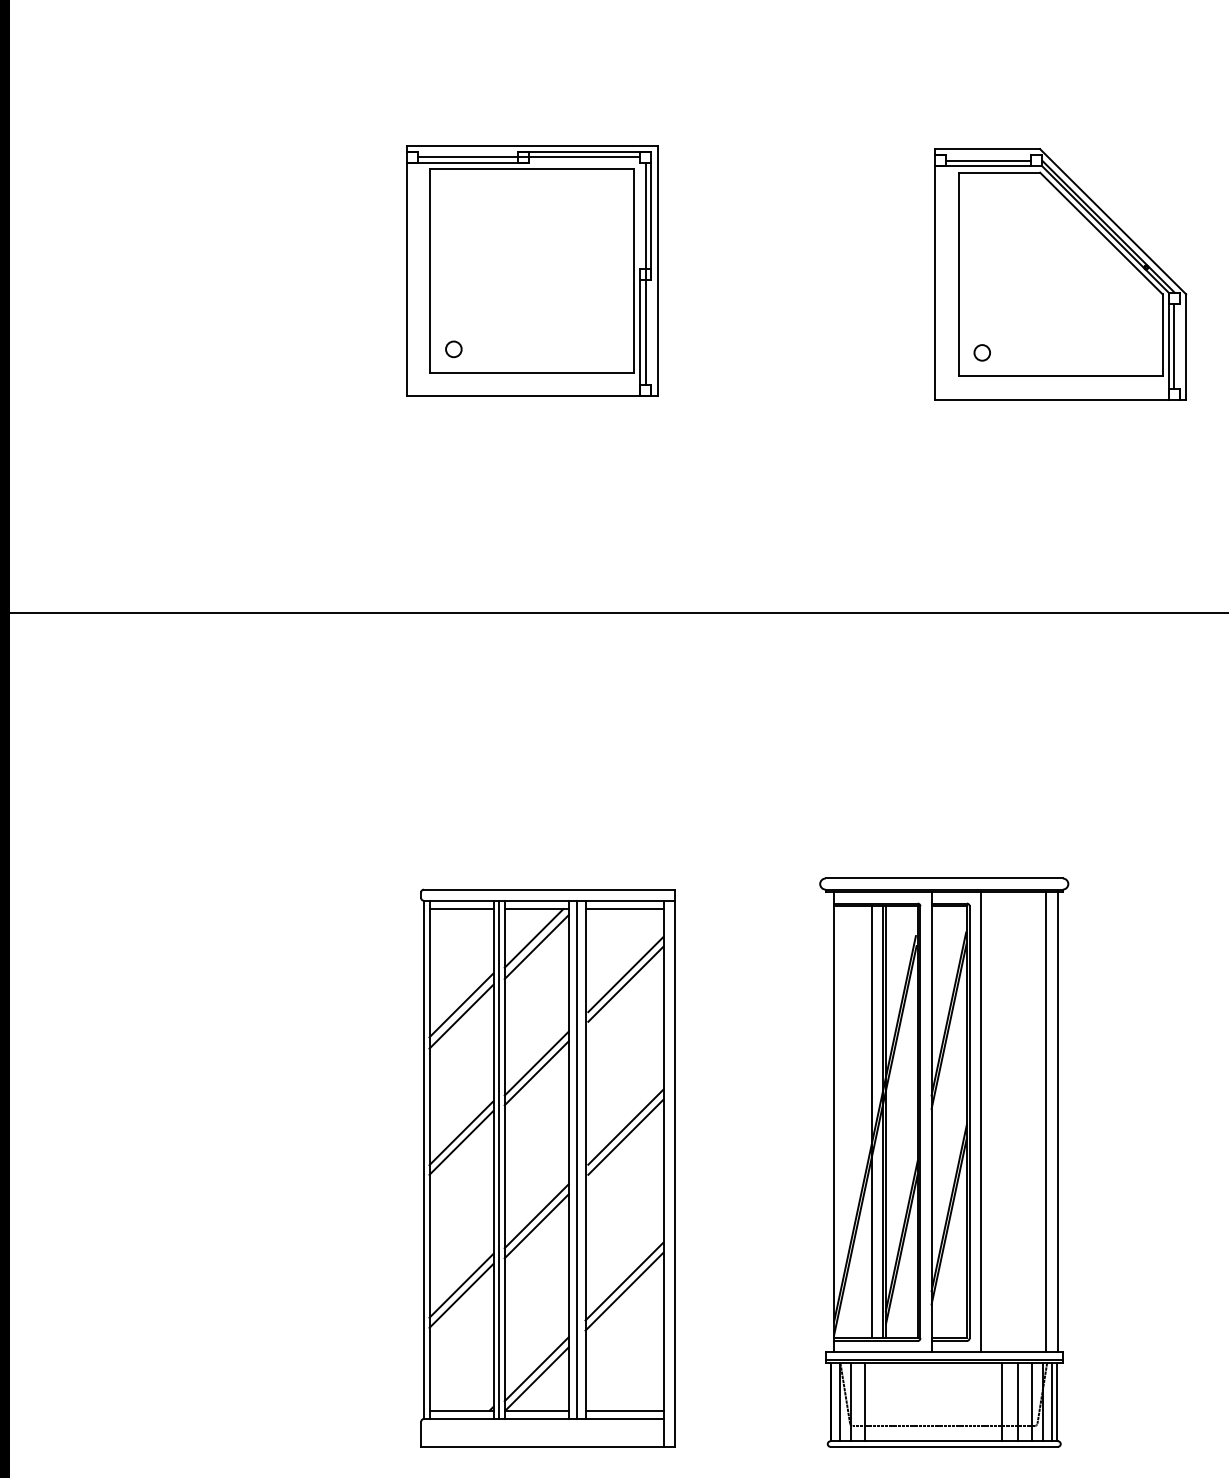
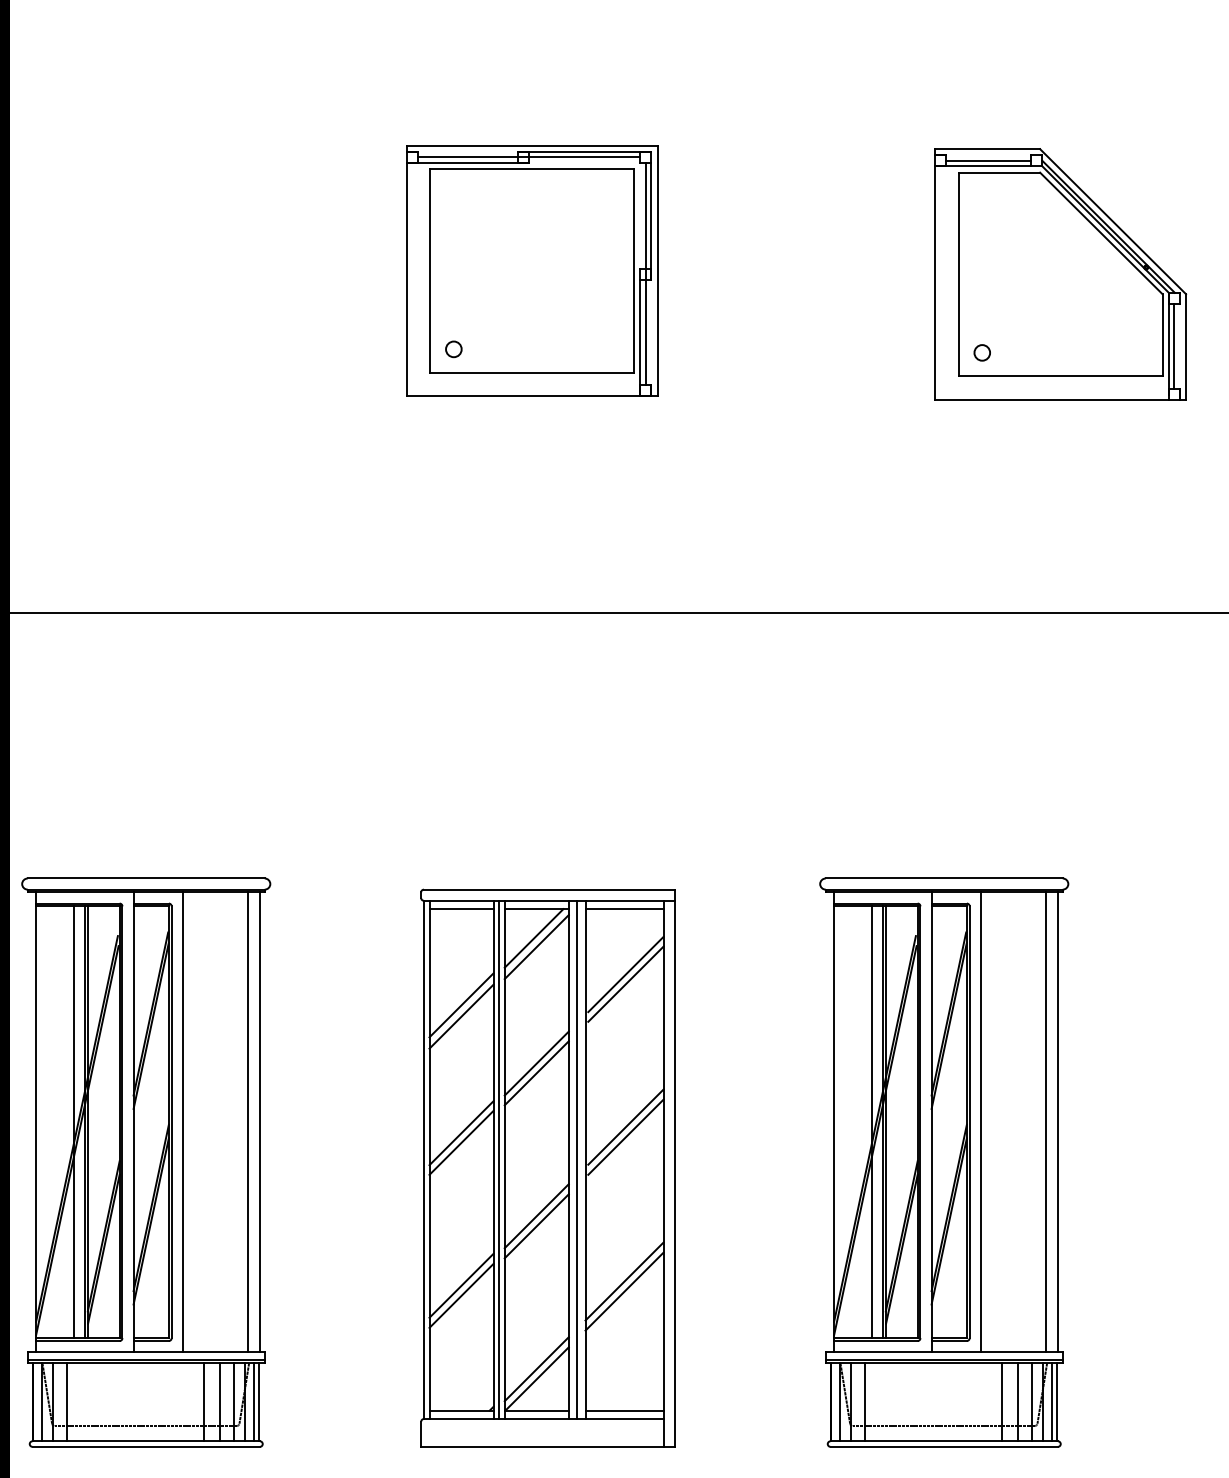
part at (146, 1162): none -> present
